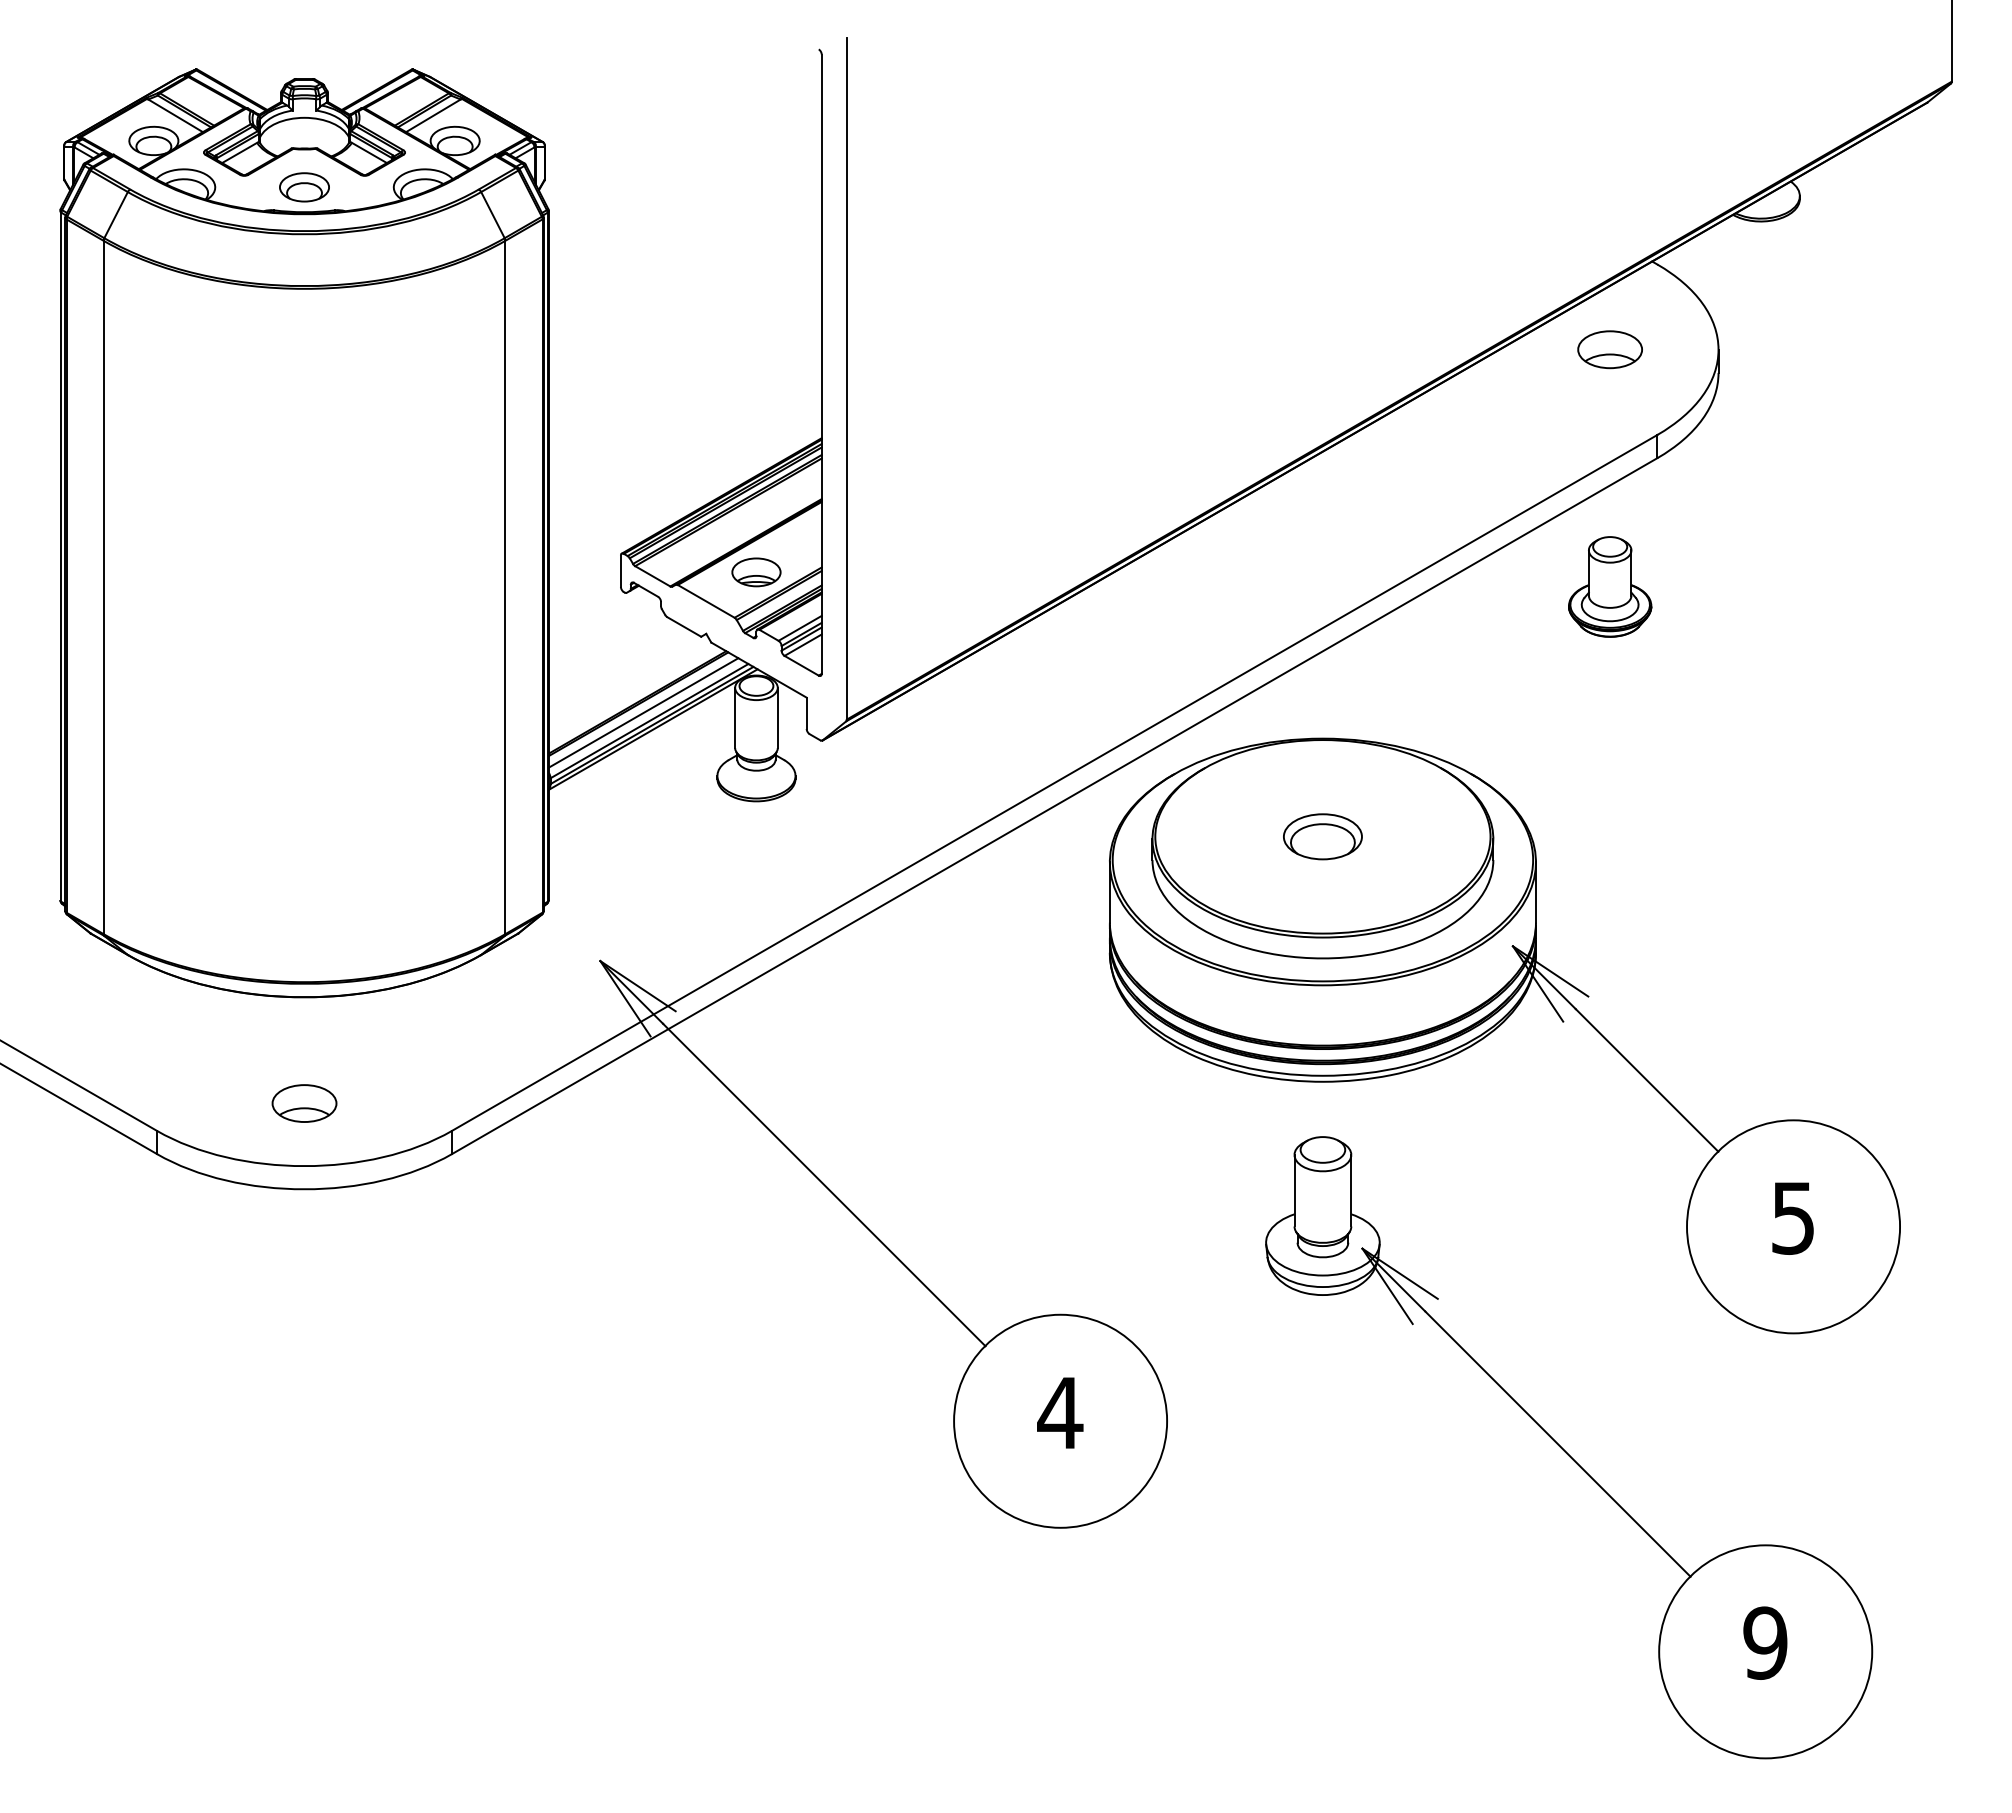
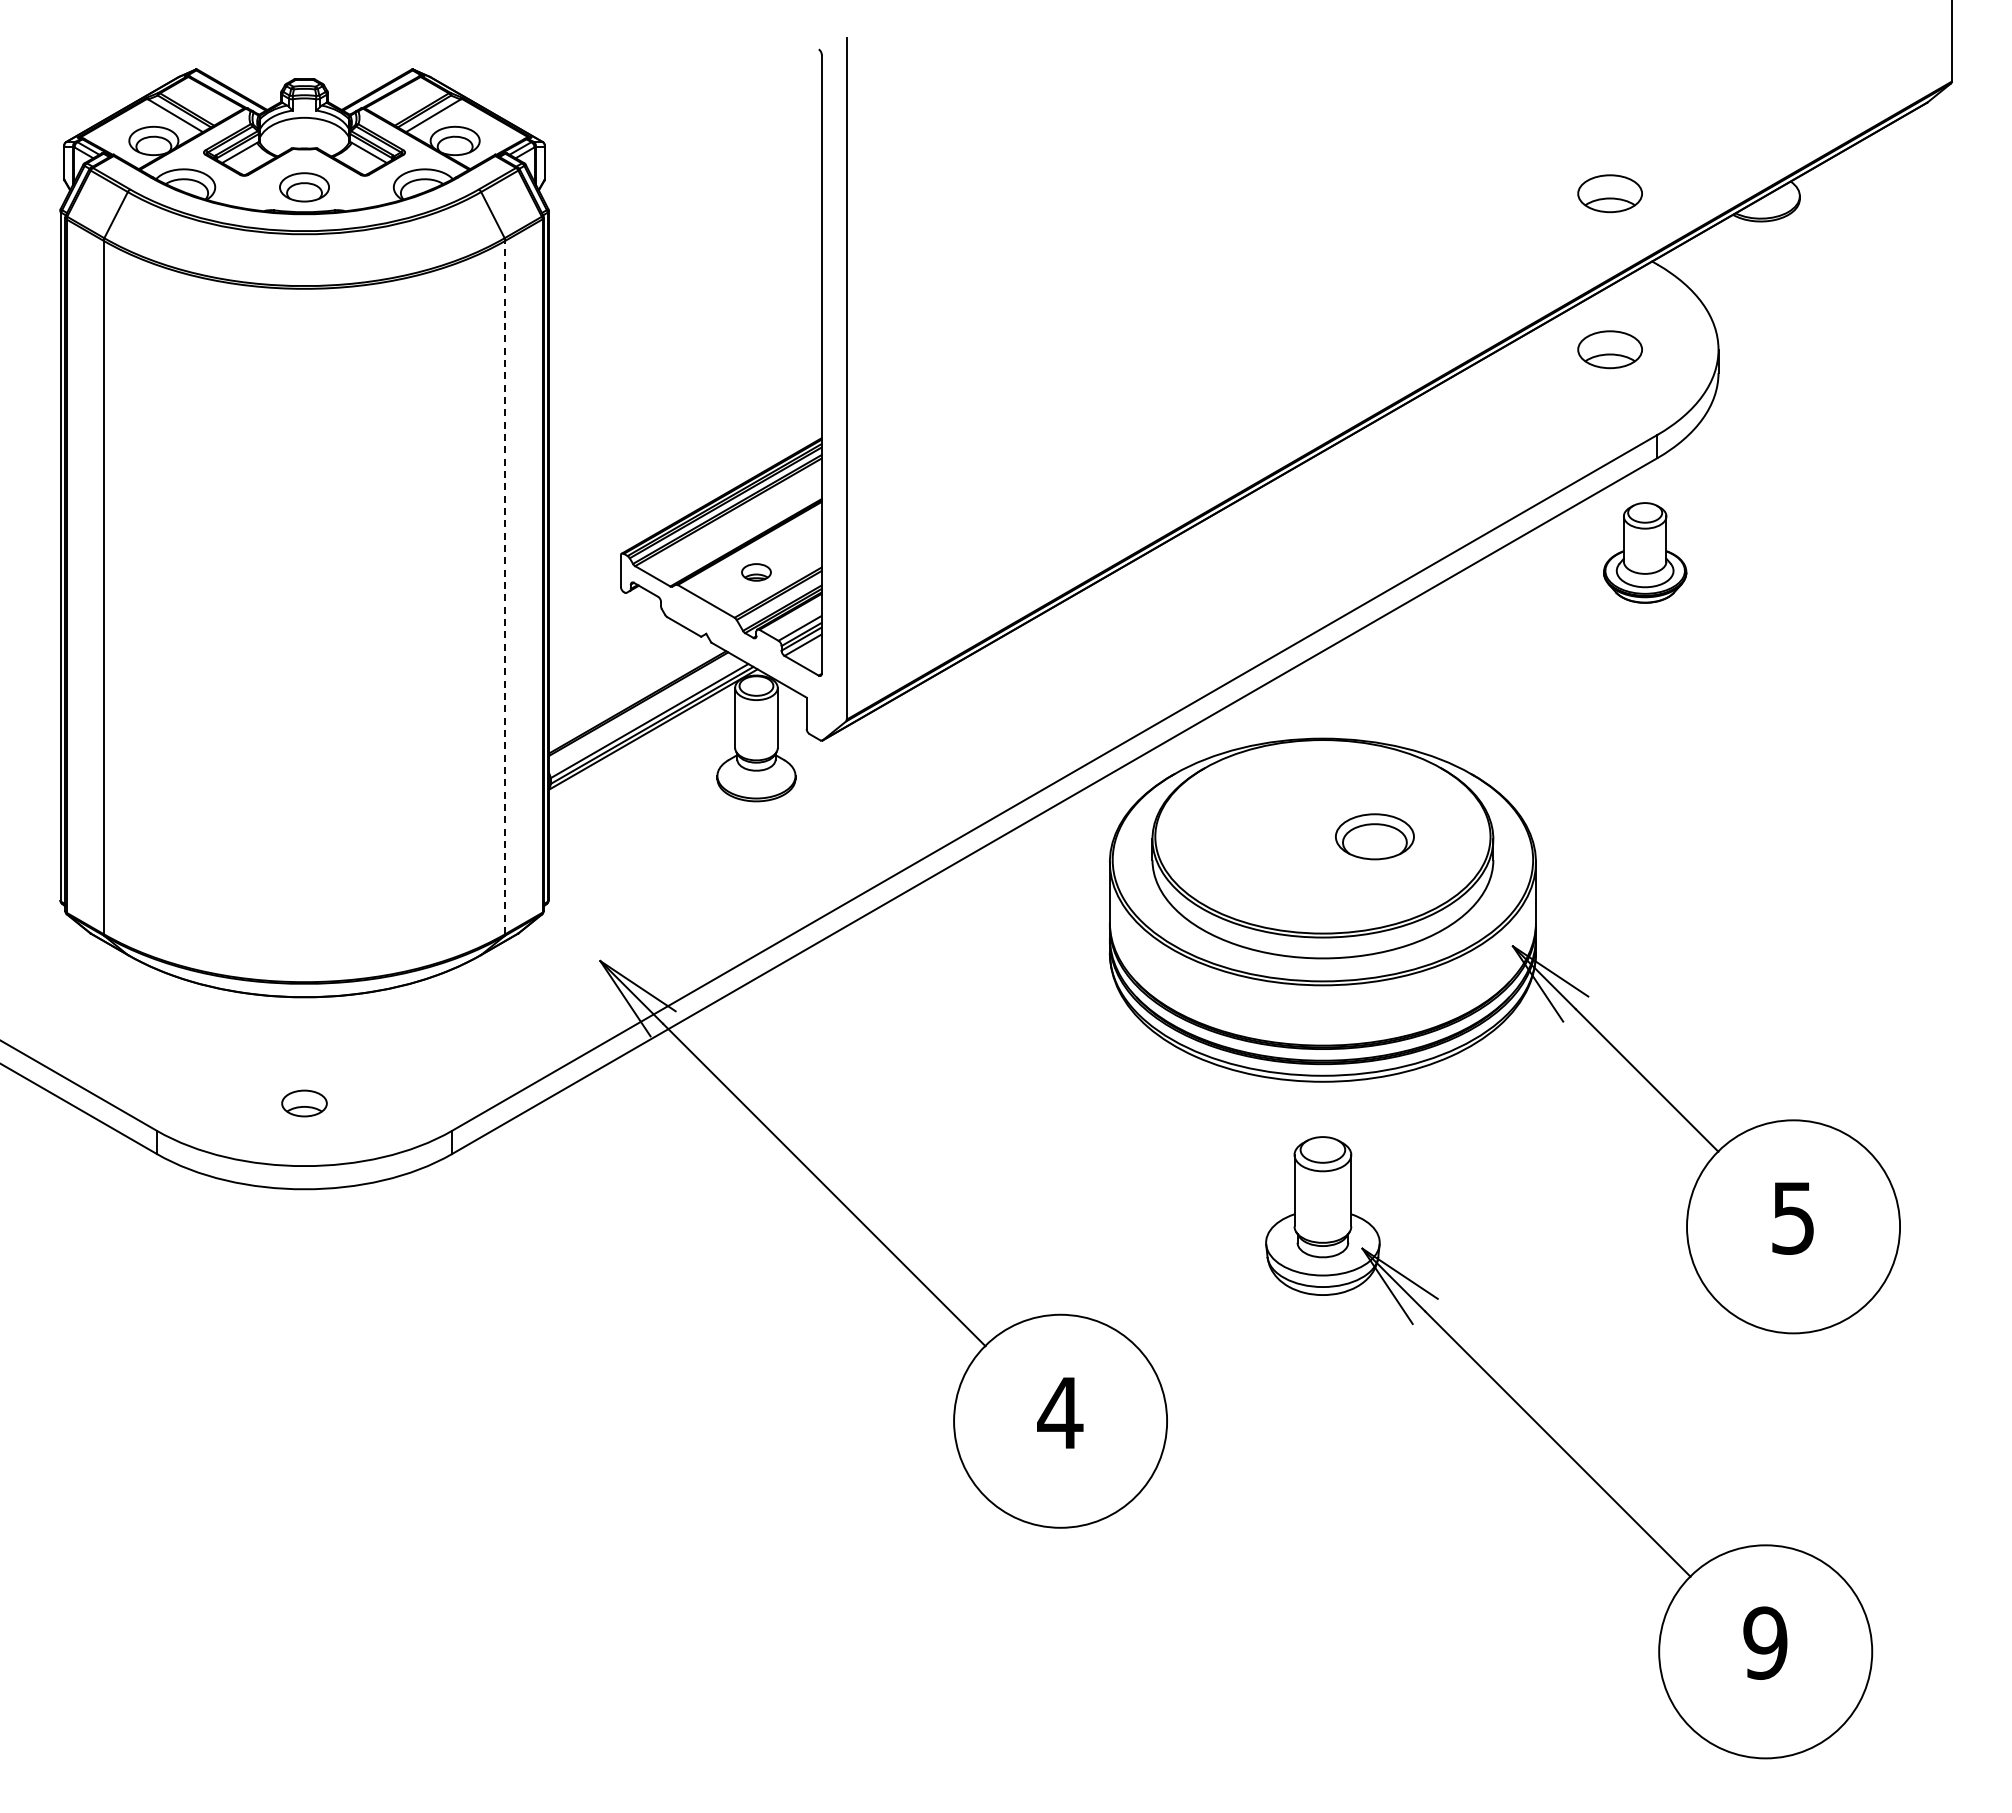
part at (1609, 193): none -> present
part at (756, 572) size: 51x31 px -> 31x19 px
part at (1610, 586) position: (1610, 586) -> (1645, 552)
line at (505, 587): solid -> dashed
line at (643, 712): present -> none
part at (1322, 836) position: (1322, 836) -> (1374, 836)
part at (304, 1103) size: 67x39 px -> 47x29 px
